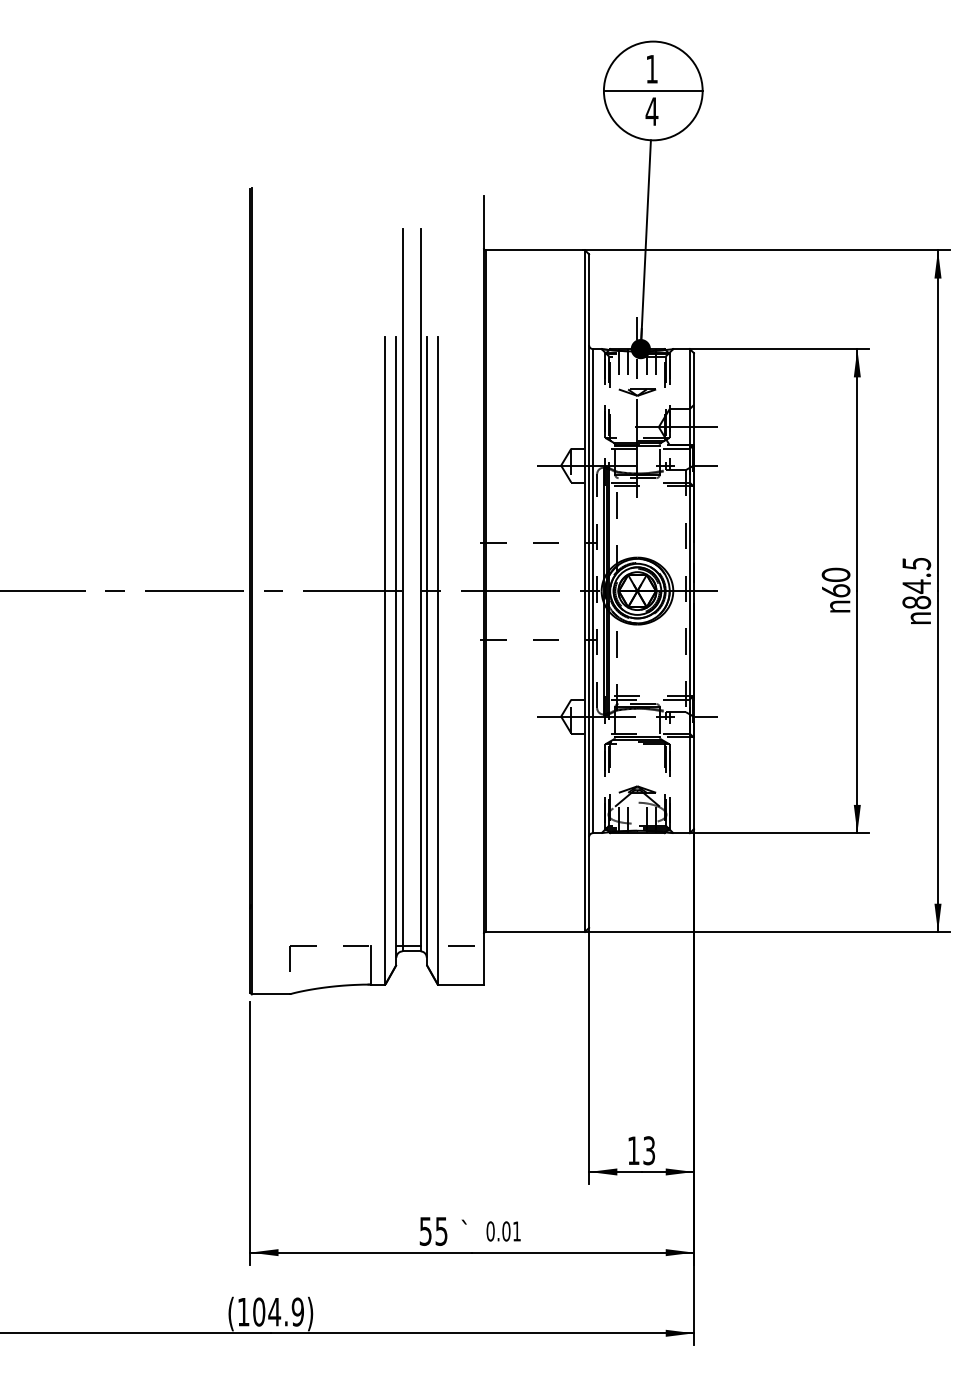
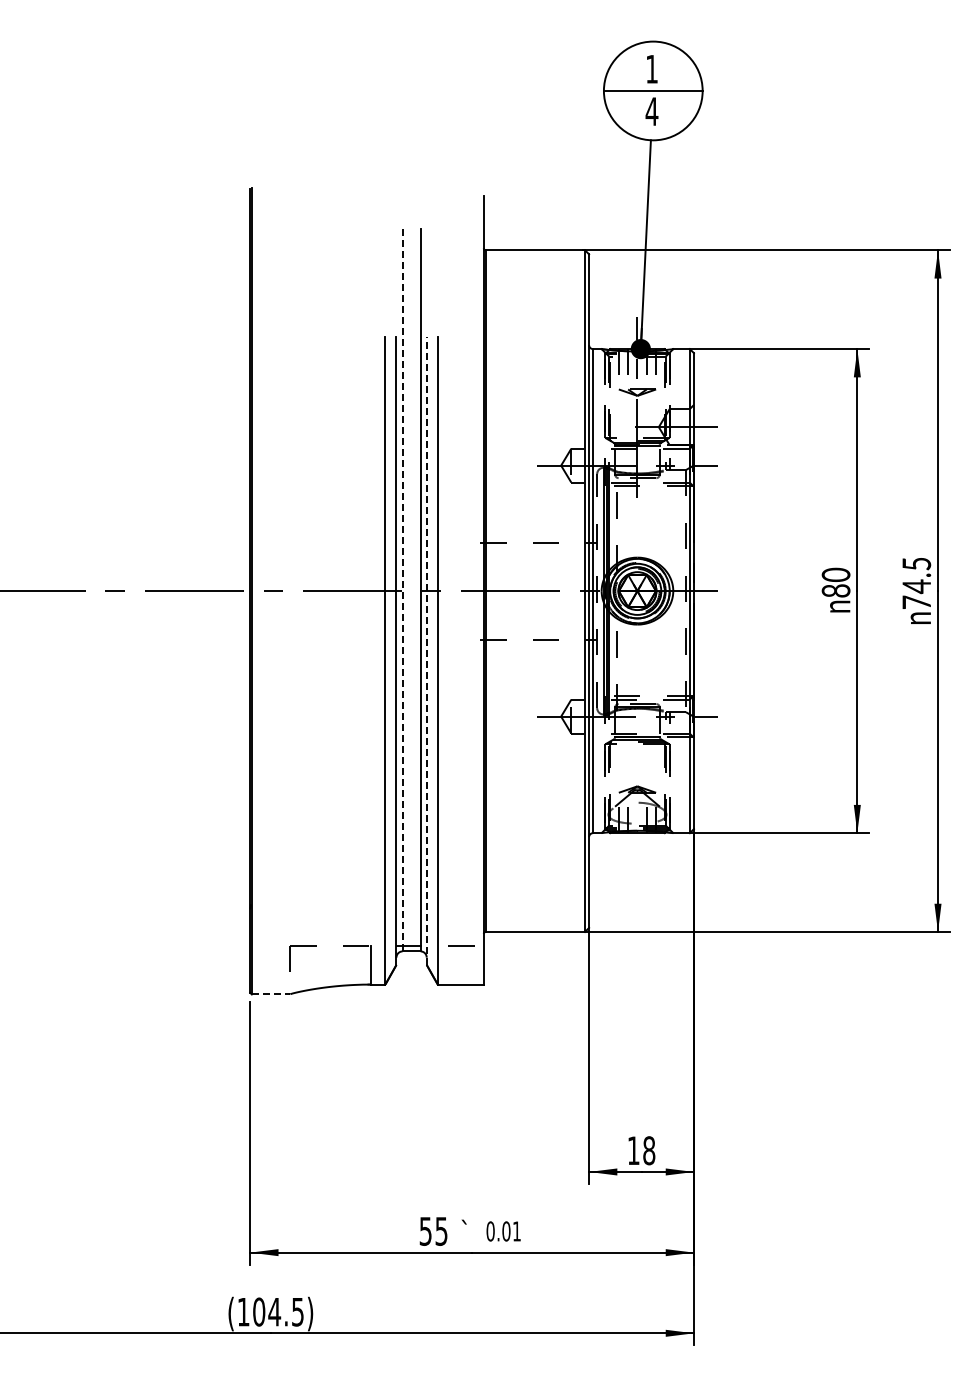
line at (402, 590): solid -> dashed
text at (835, 590): 60 -> 80
text at (916, 602): 84.5 -> 74.5
line at (426, 650): solid -> dashed
line at (271, 994): solid -> dashed
text at (649, 1150): 13 -> 18
text at (297, 1311): (104.9) -> (104.5)
